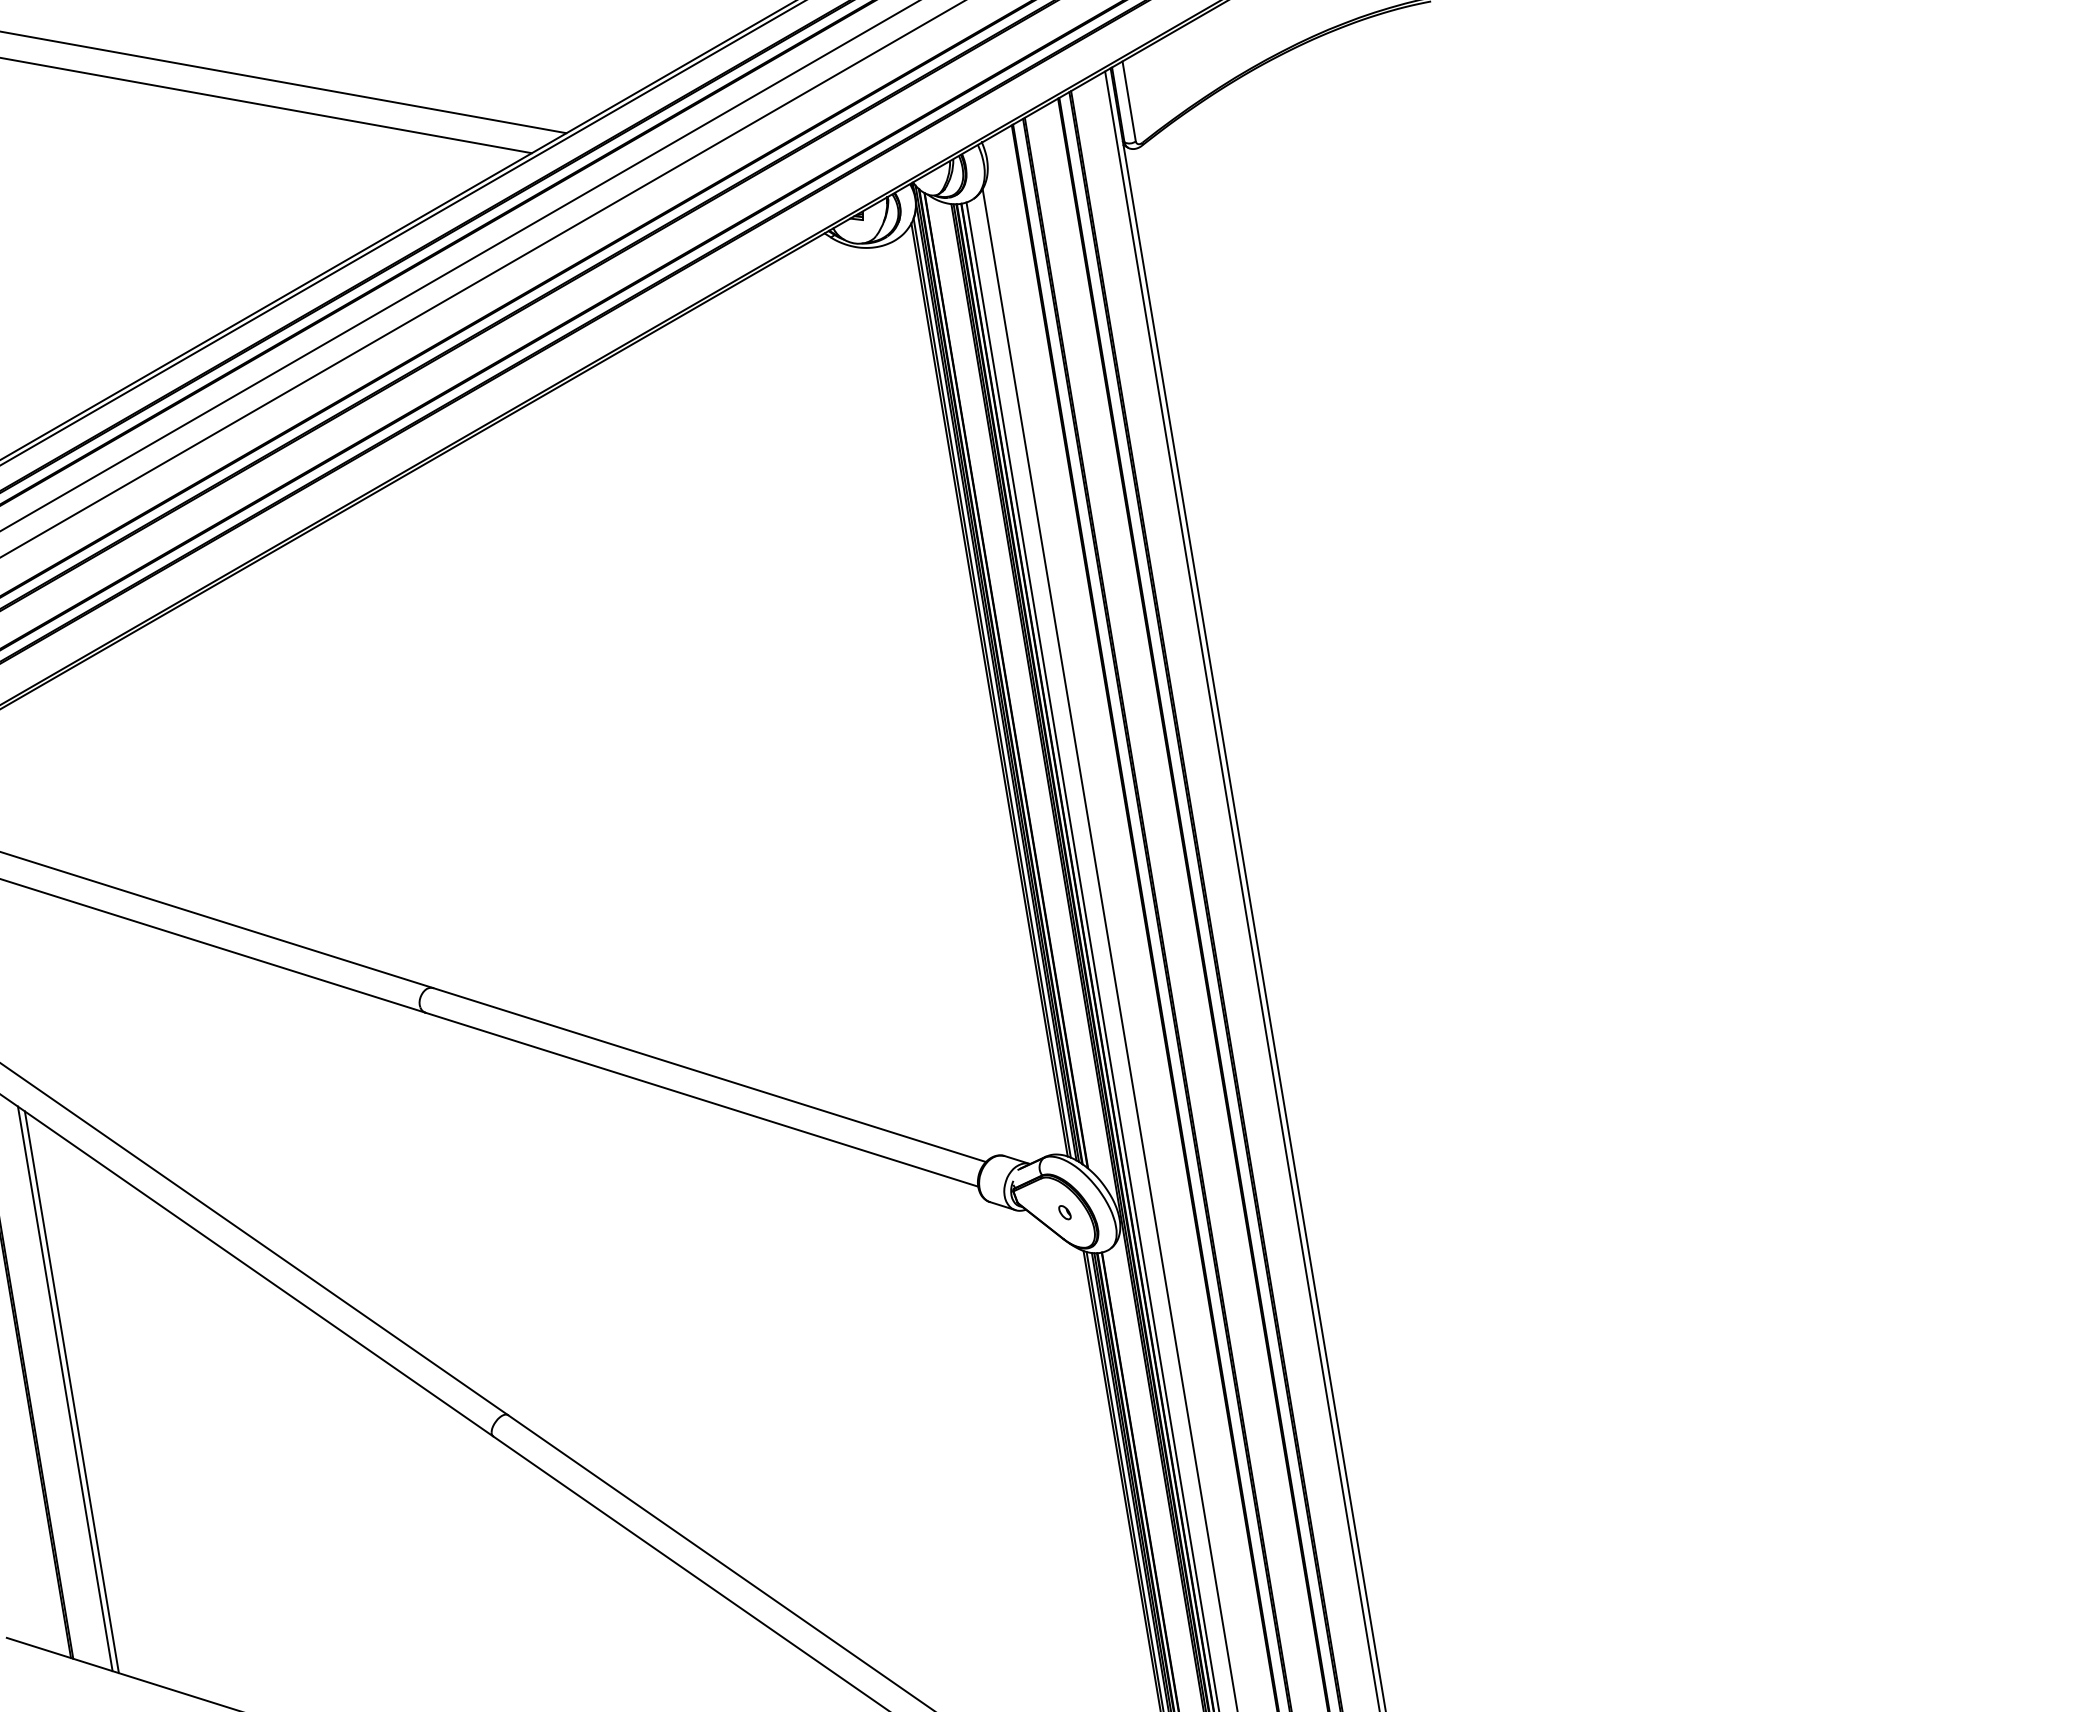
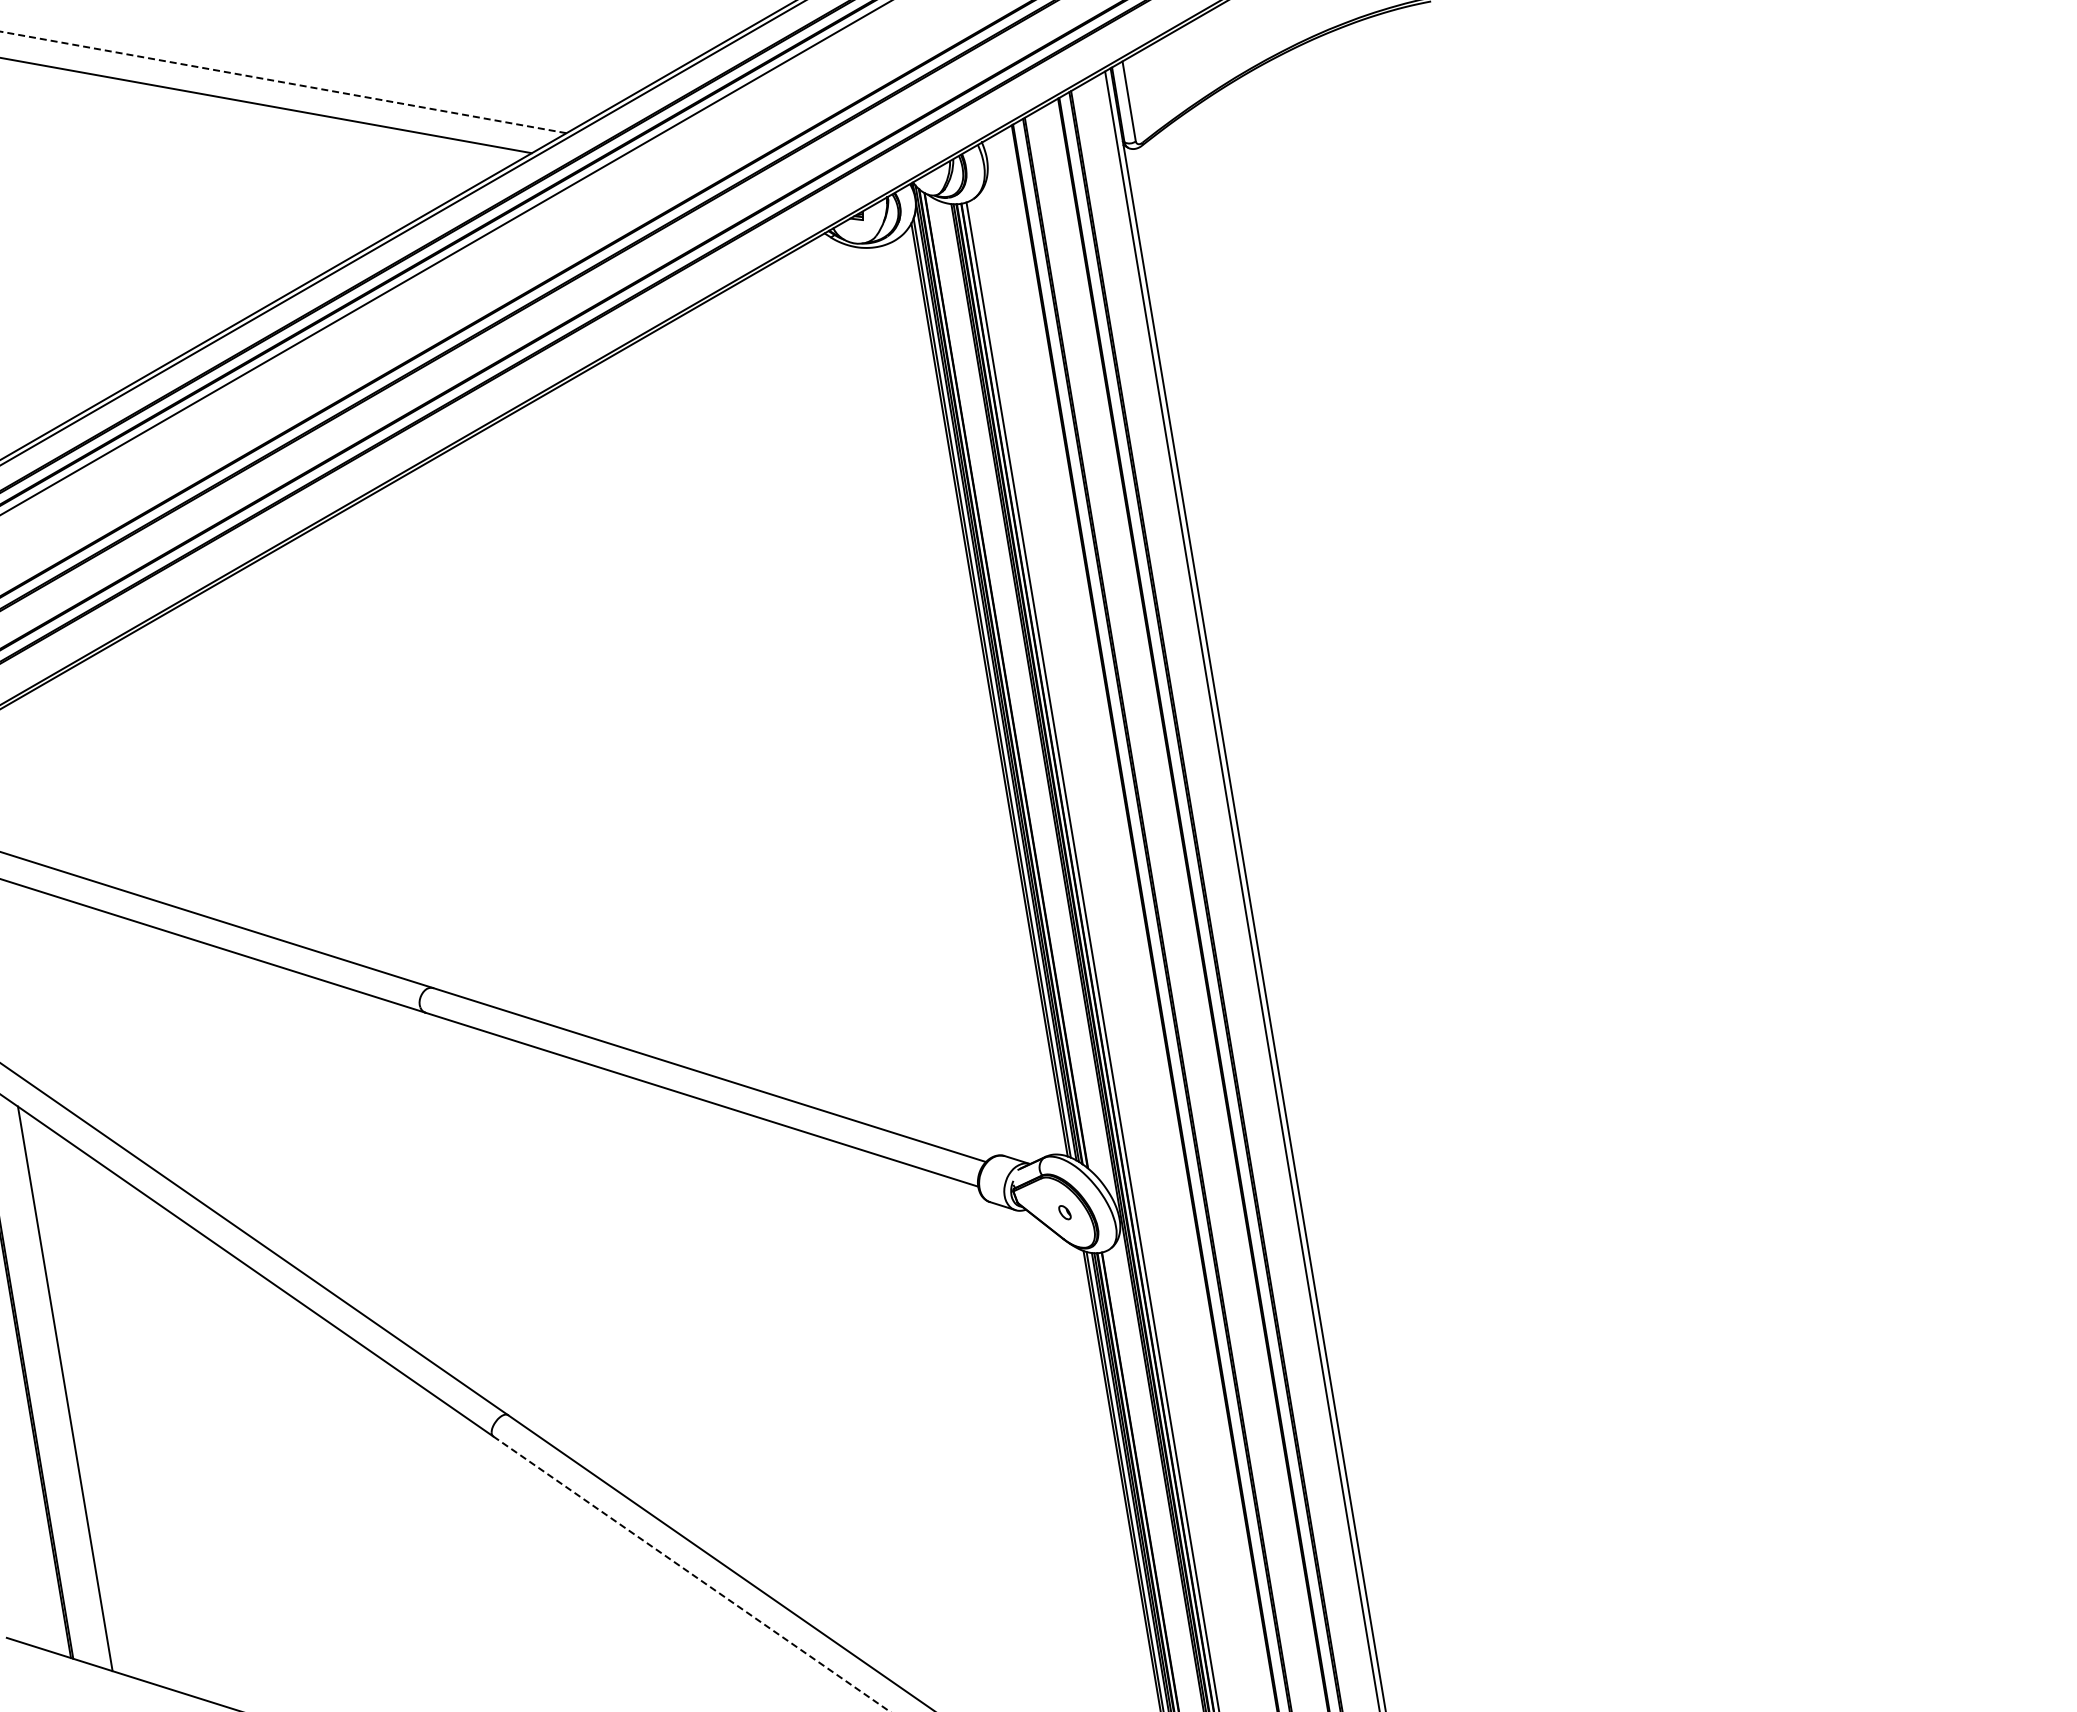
line at (283, 82): solid -> dashed
line at (459, 266) position: (459, 266) -> (445, 258)
line at (482, 279): present -> none
line at (1109, 948): present -> none
line at (71, 1392): present -> none
line at (691, 1574): solid -> dashed
